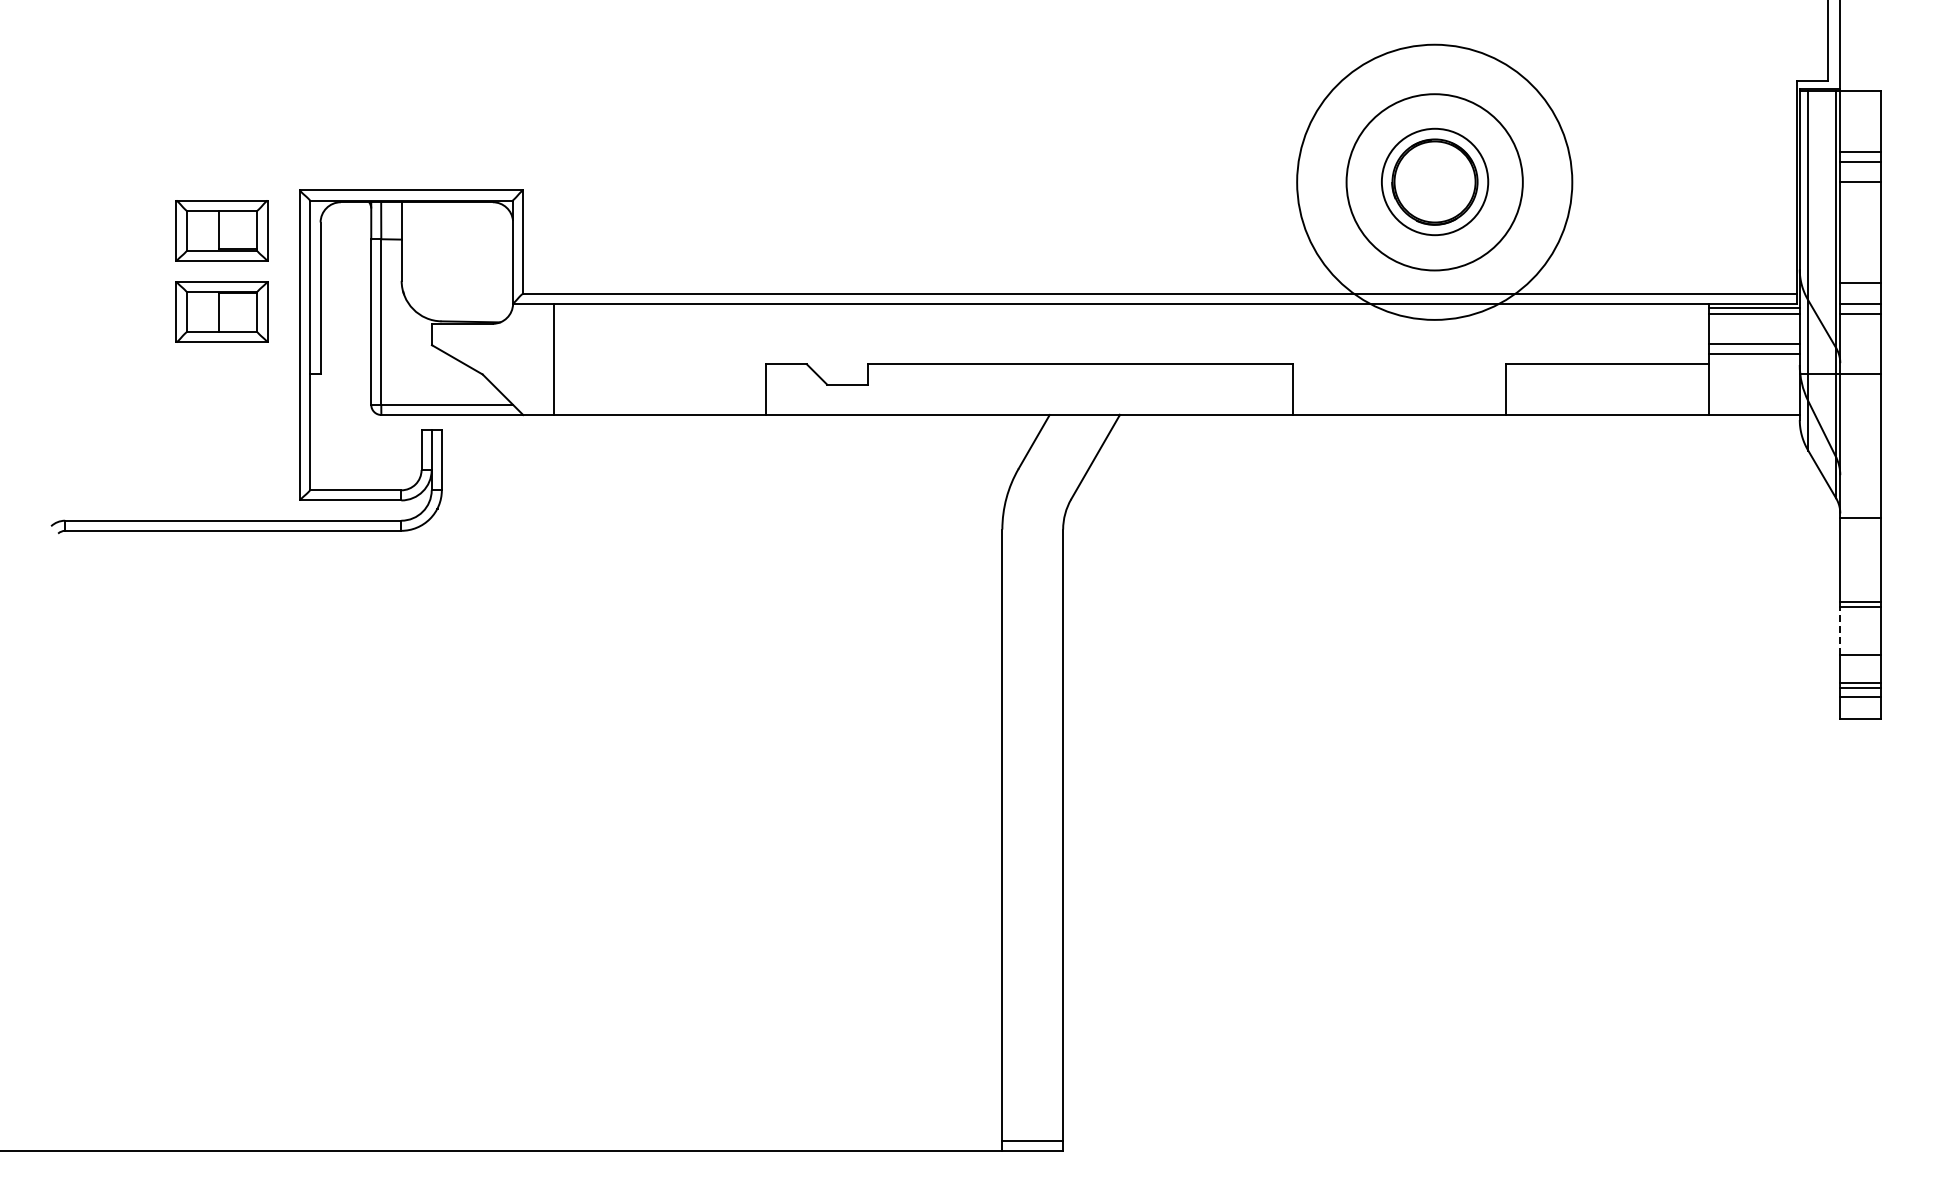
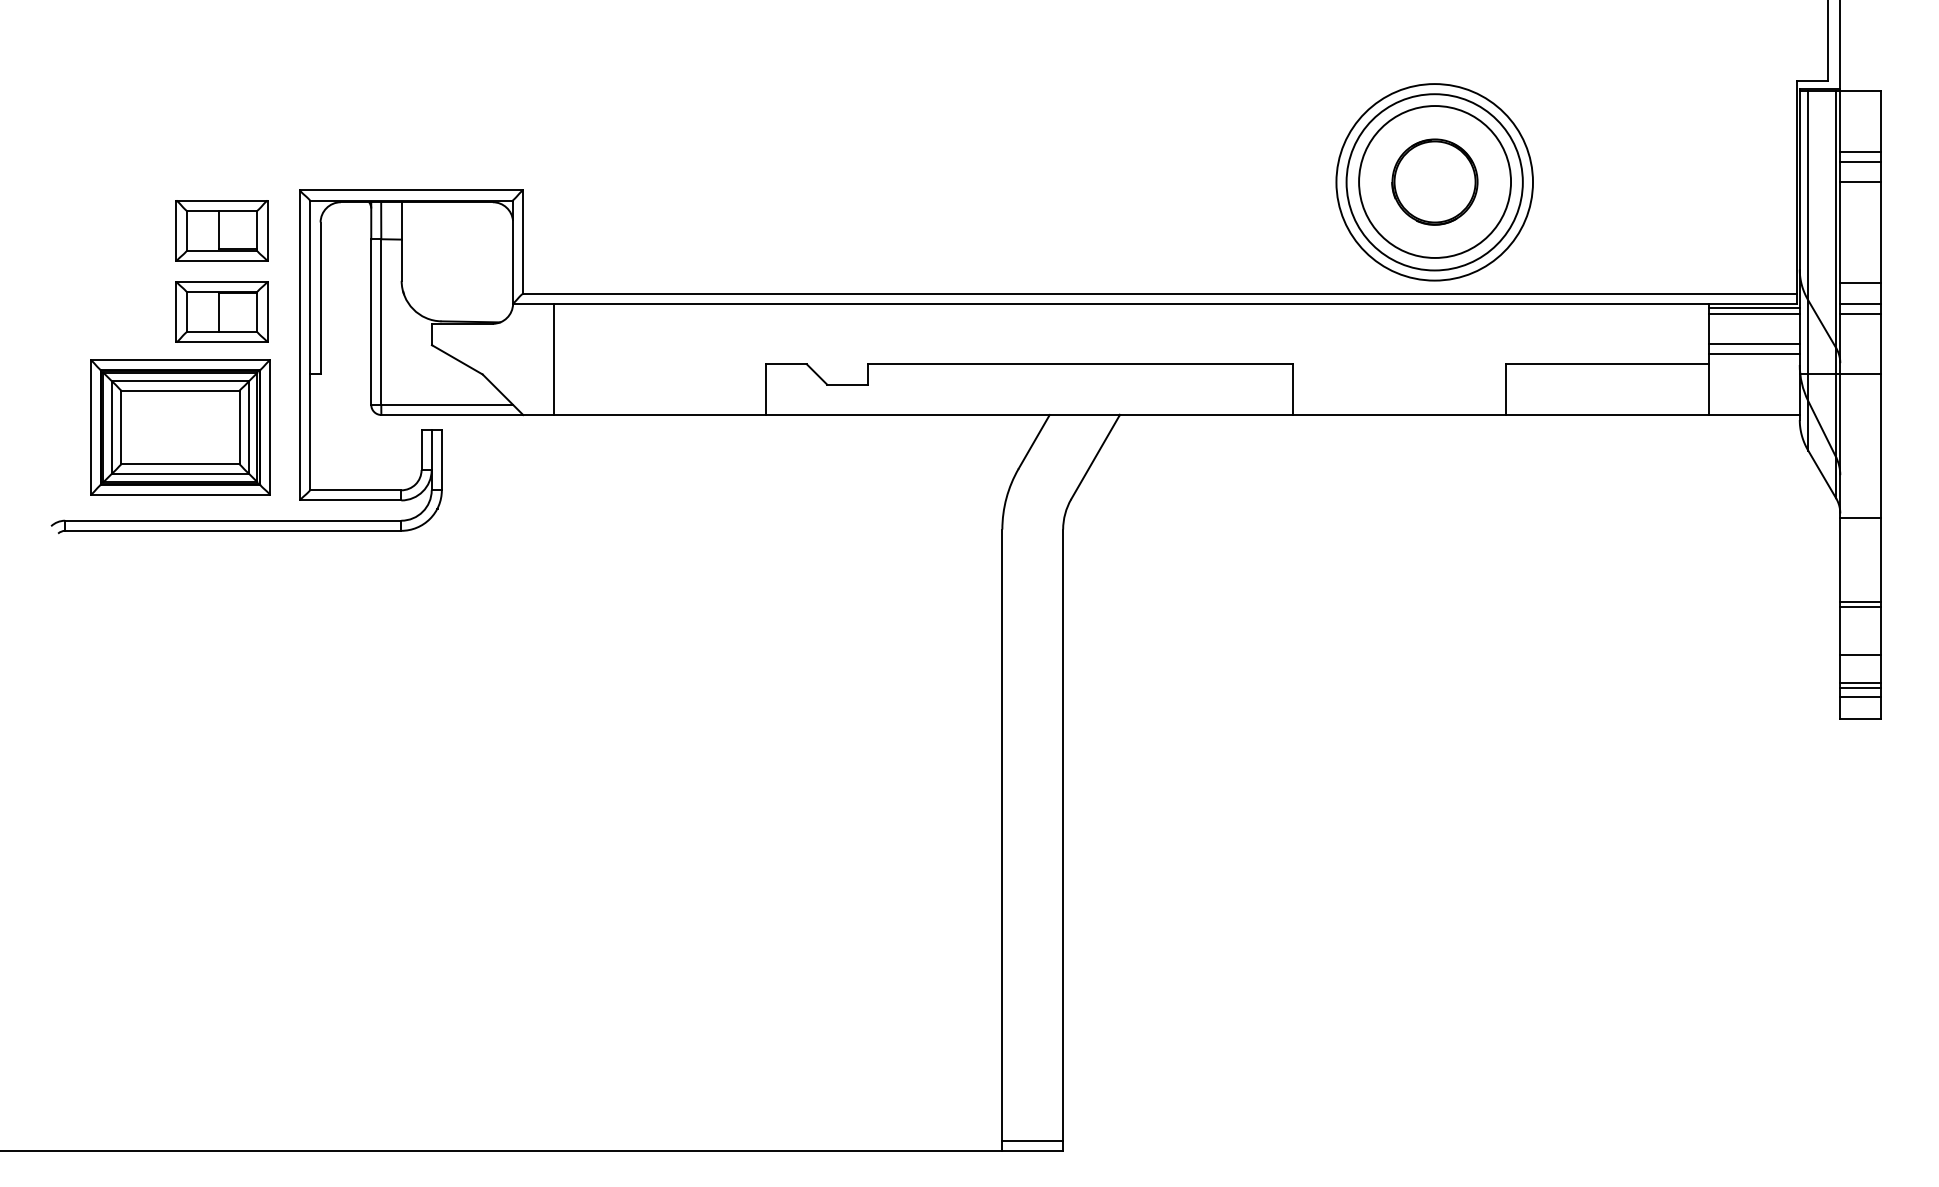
circle at (1434, 181) diameter: 106 px -> 152 px
circle at (1434, 181) diameter: 275 px -> 197 px
part at (180, 427): none -> present
line at (1840, 631): dashed -> solid
